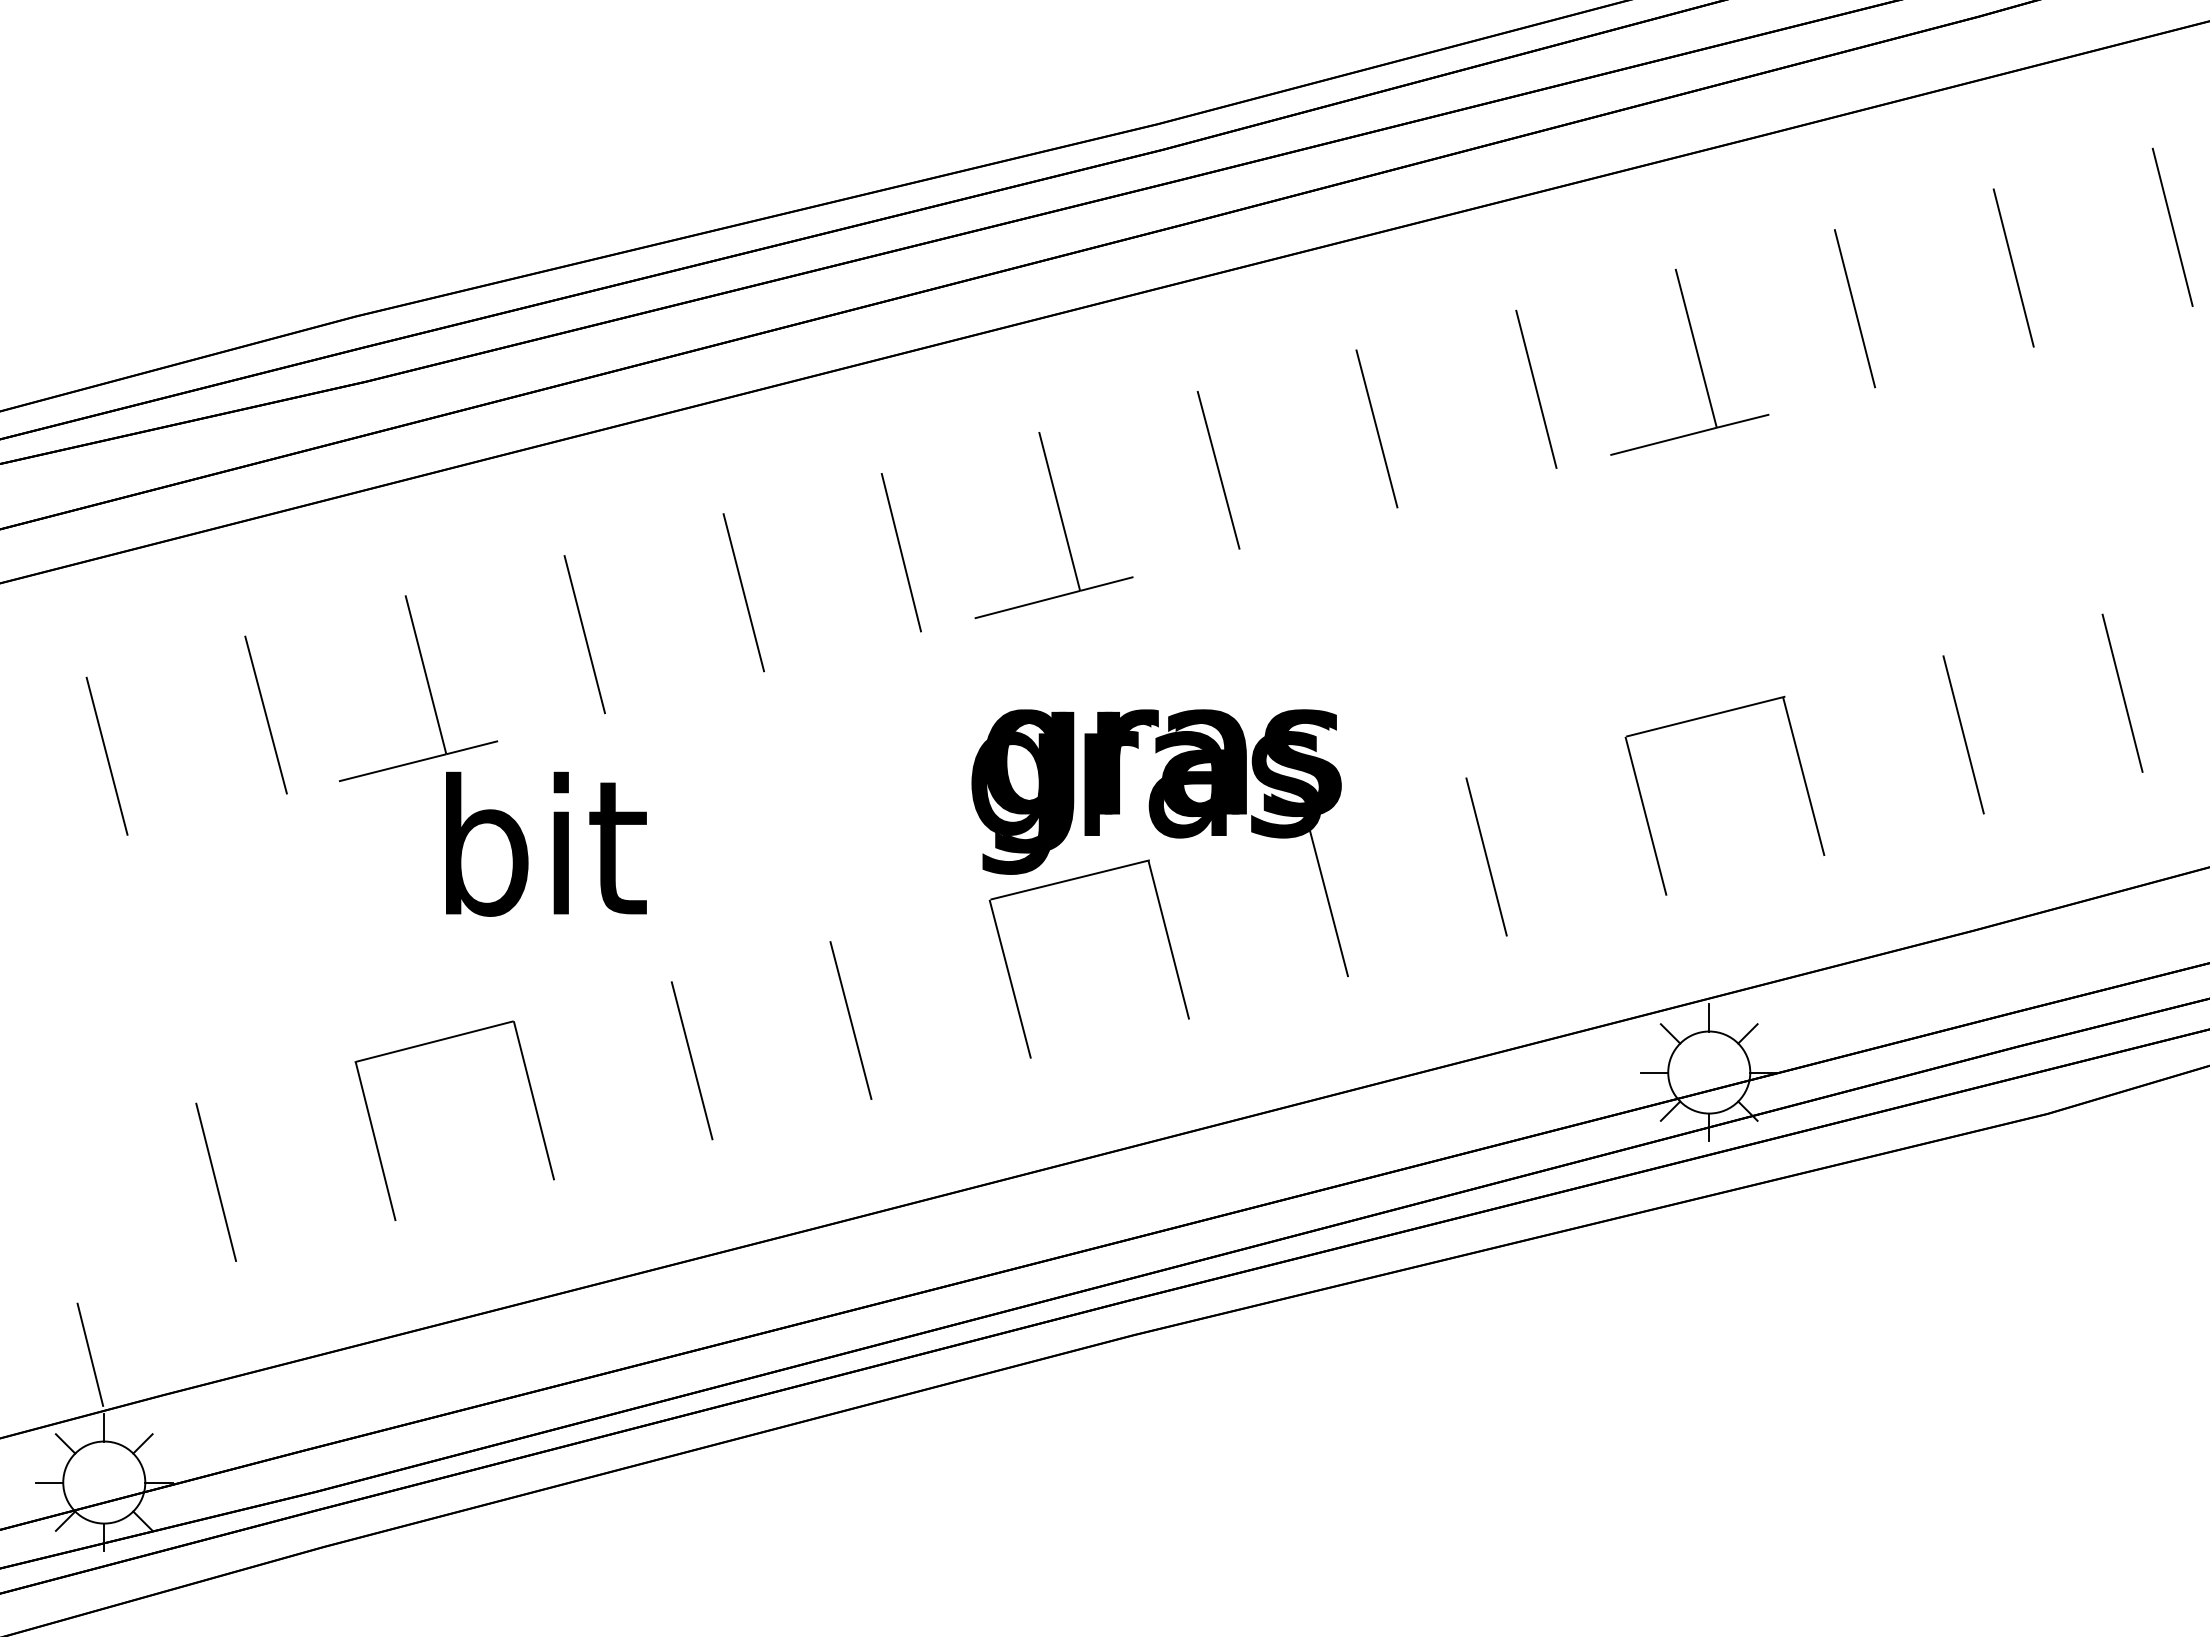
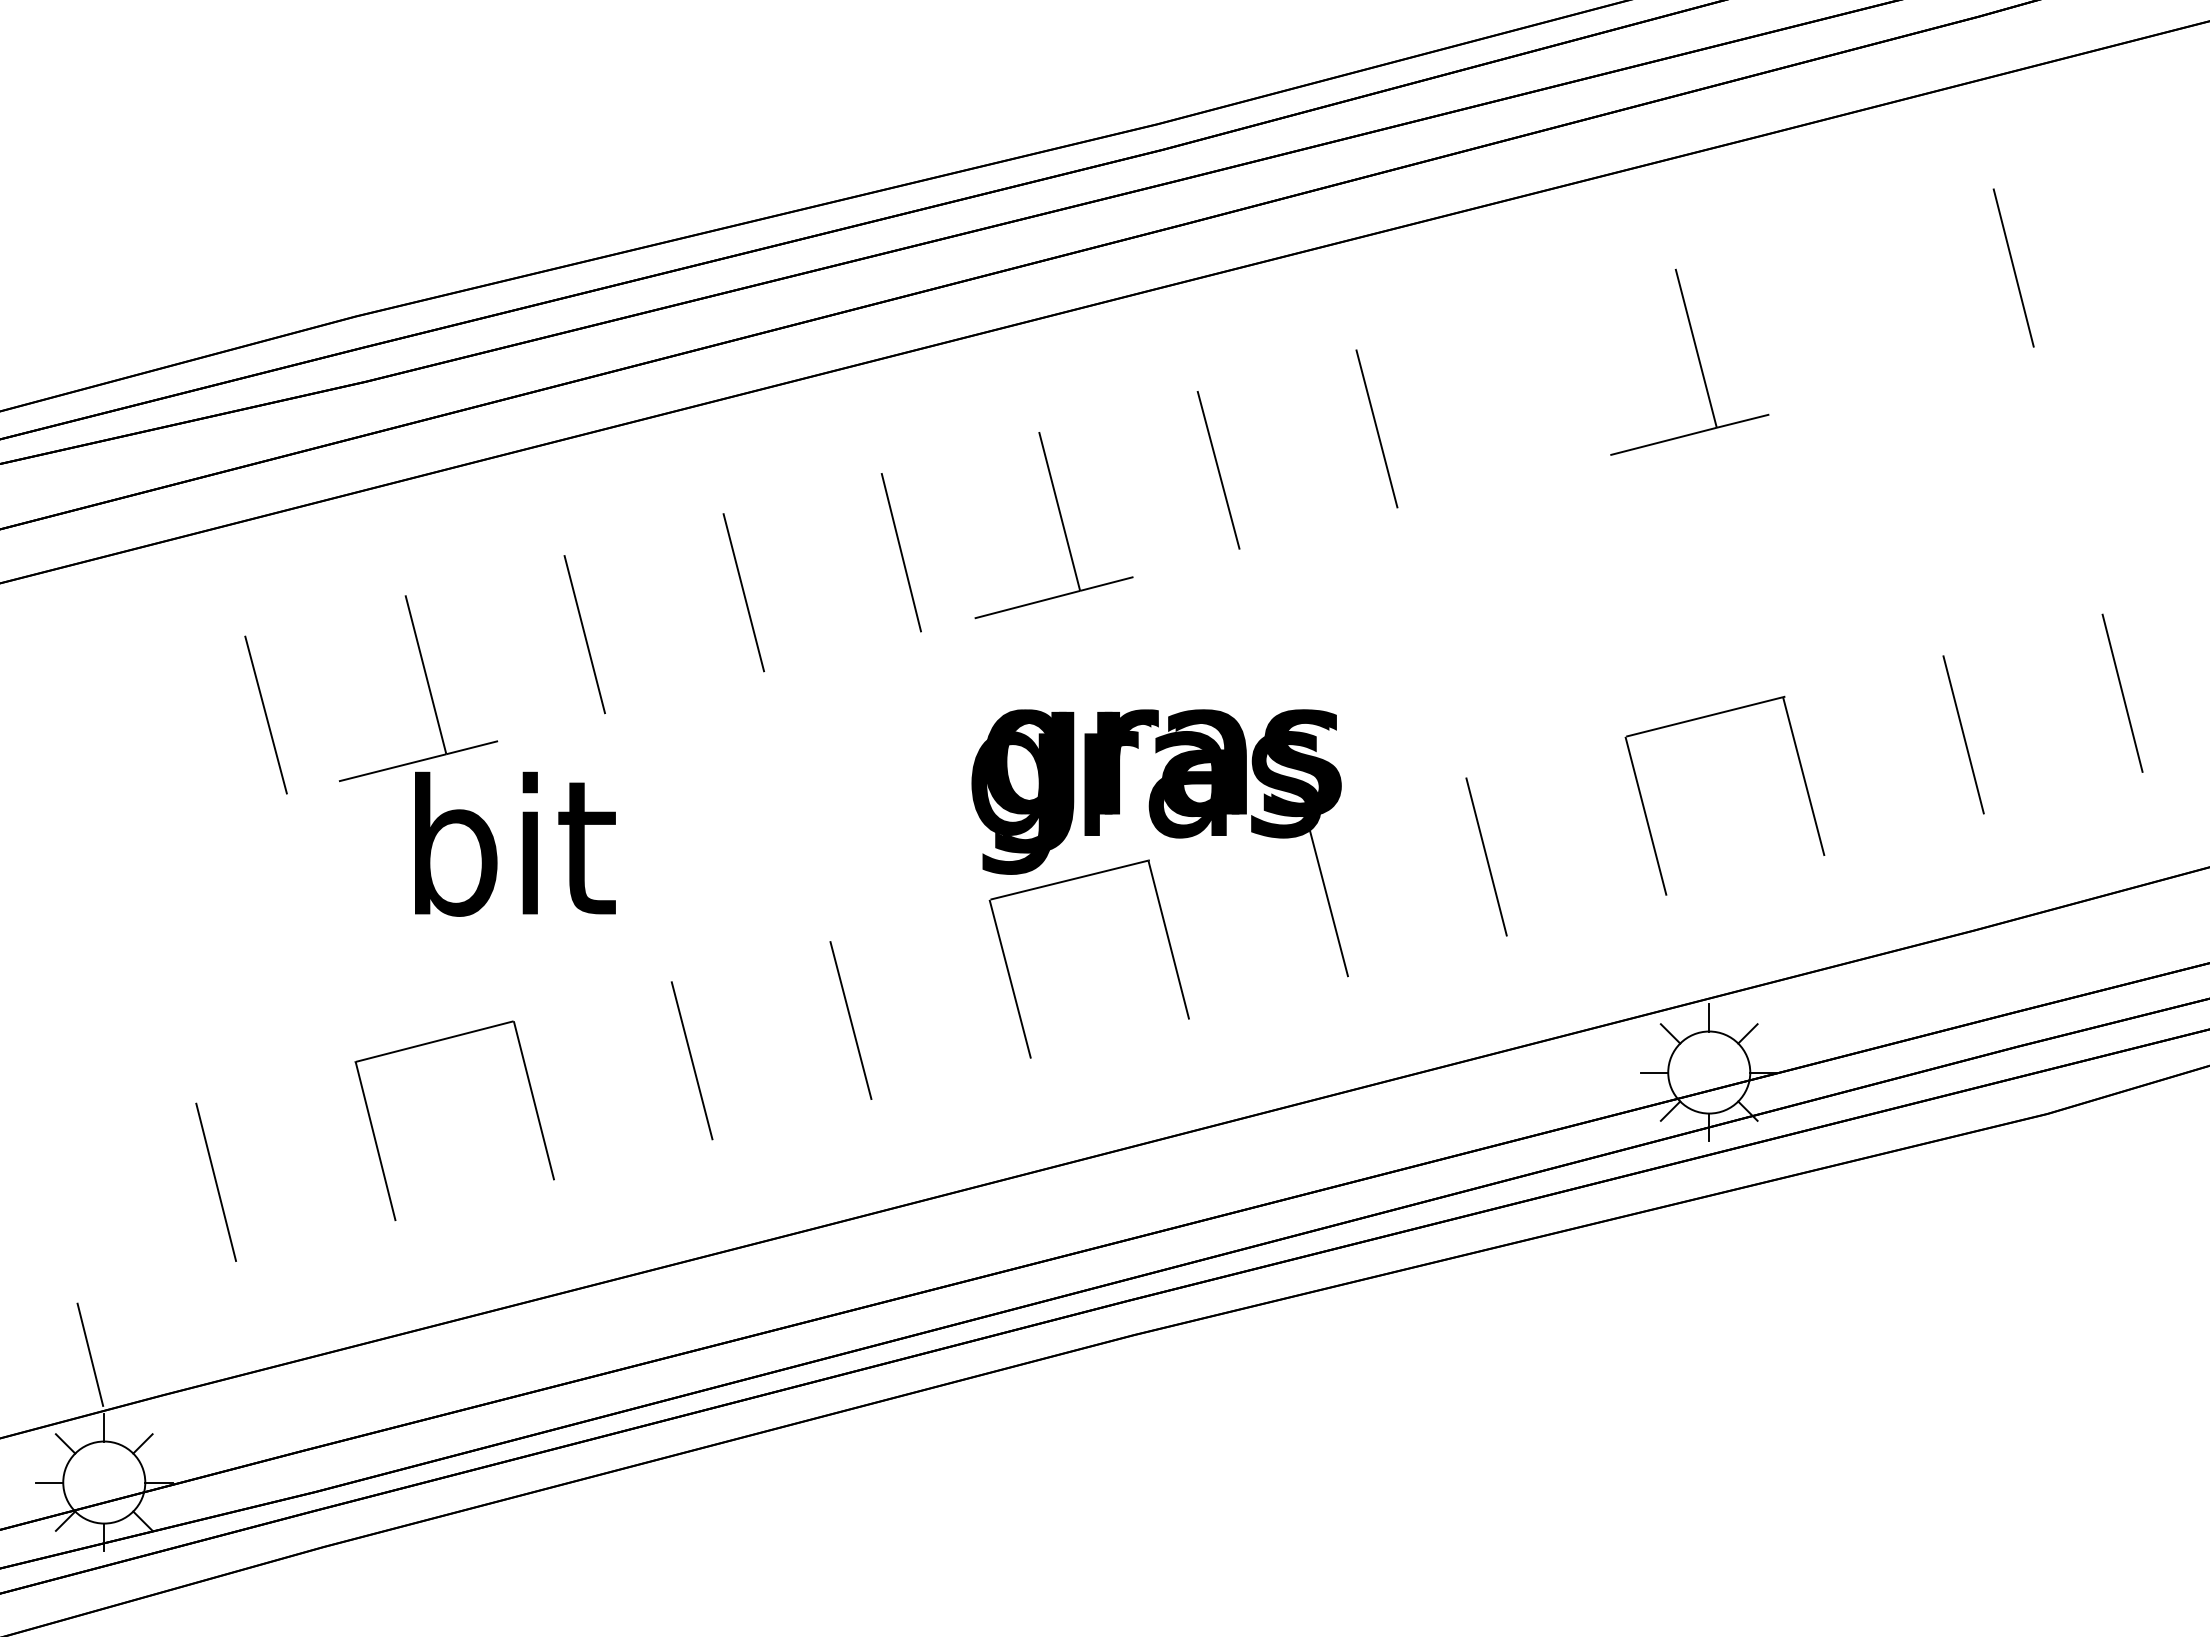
line at (2172, 226): present -> none
line at (1854, 308): present -> none
line at (1536, 388): present -> none
line at (106, 755): present -> none
text at (546, 843) position: (546, 843) -> (515, 843)
